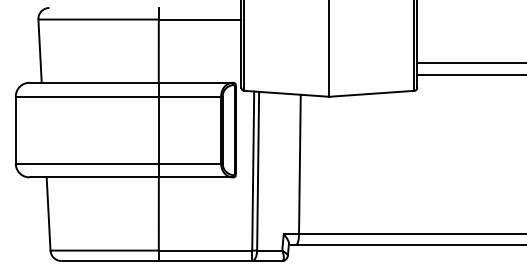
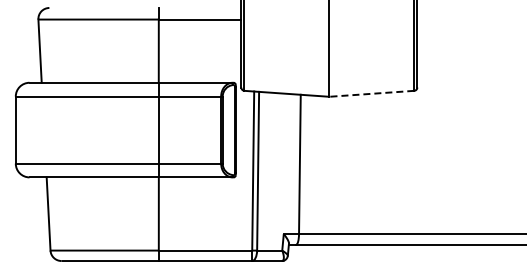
line at (470, 62): present -> none
line at (470, 74): present -> none
line at (371, 93): solid -> dashed
